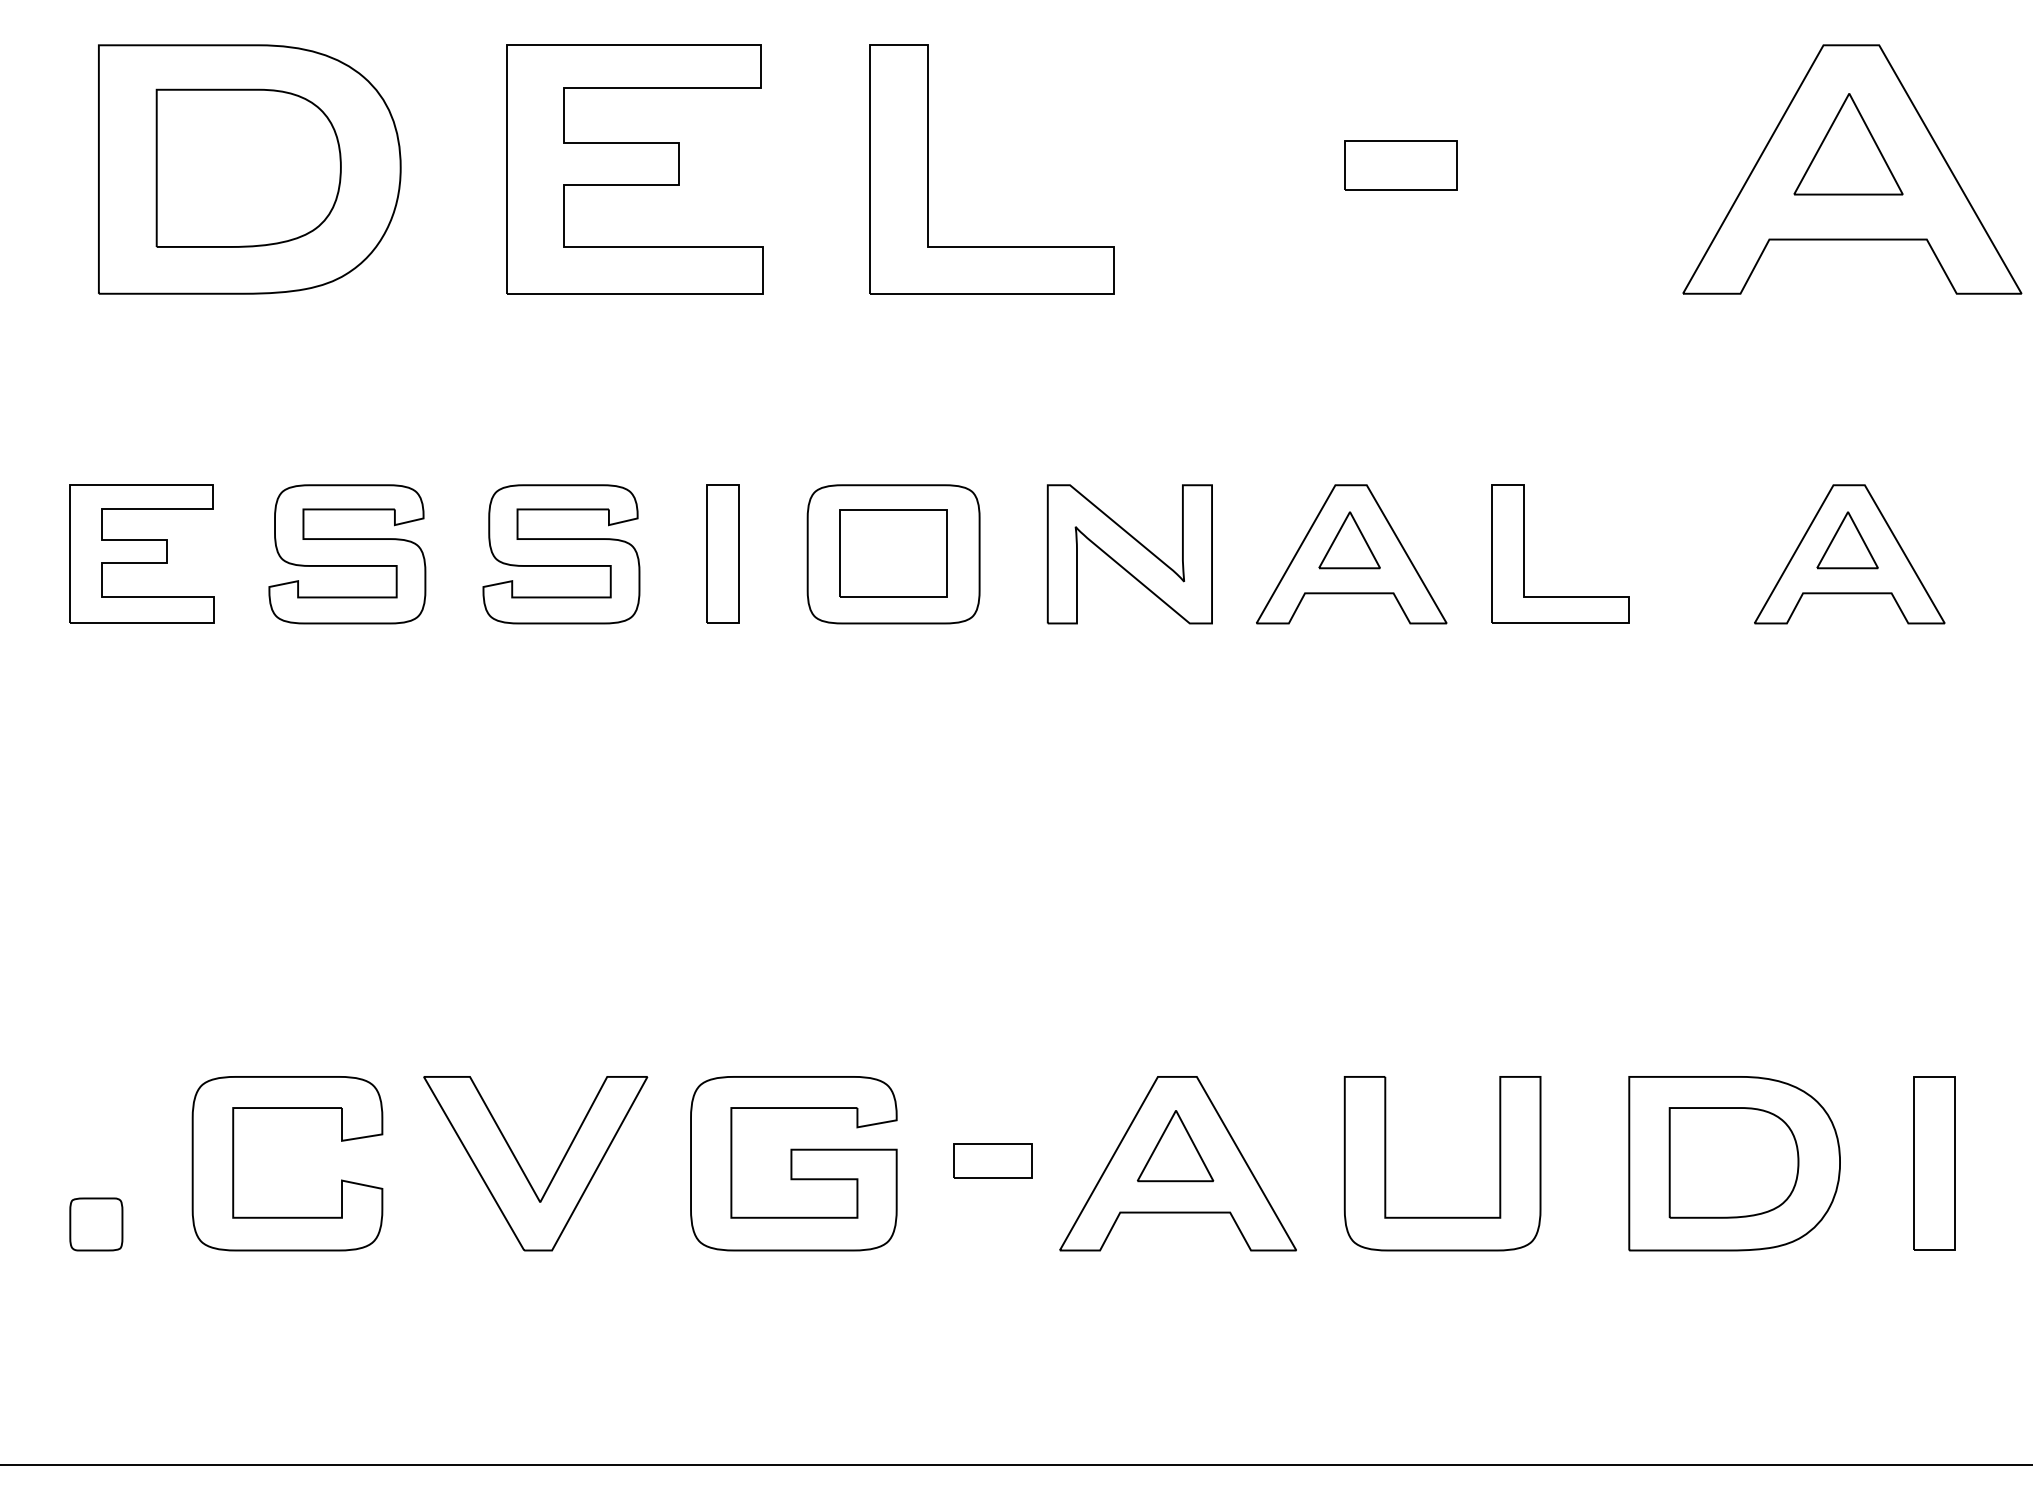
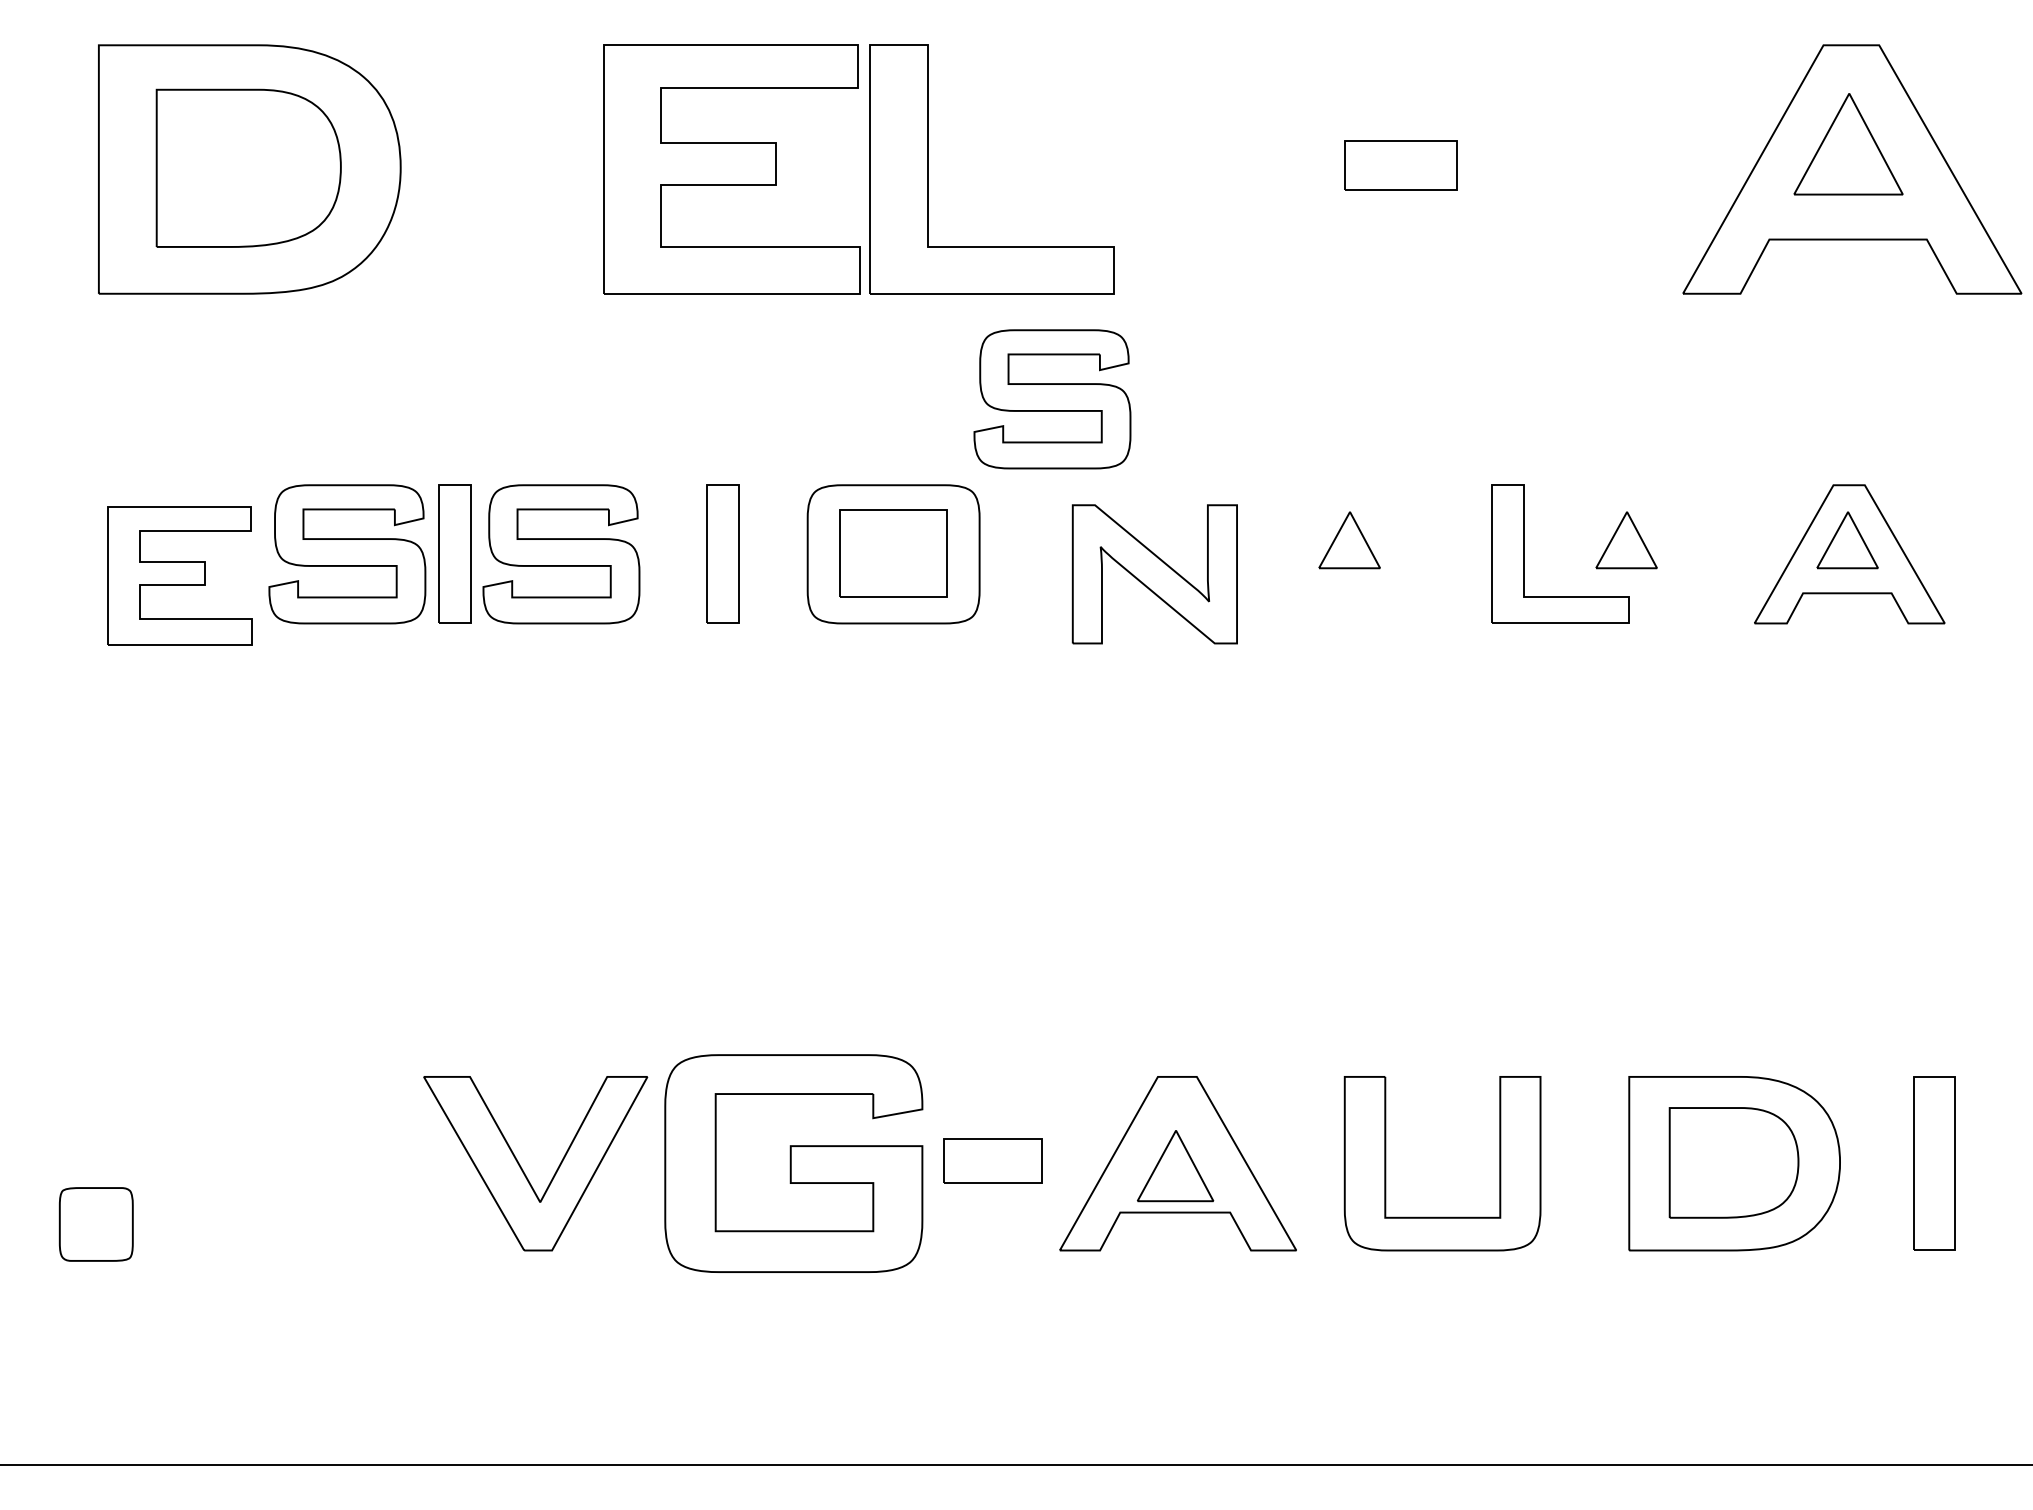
part at (634, 169) position: (634, 169) -> (731, 169)
part at (1052, 399): none -> present
part at (1626, 540): none -> present
part at (141, 553) position: (141, 553) -> (179, 575)
part at (454, 553): none -> present
part at (1129, 554) position: (1129, 554) -> (1154, 574)
part at (1351, 554): present -> none
part at (1175, 1146) position: (1175, 1146) -> (1175, 1166)
part at (992, 1160) size: 80x36 px -> 100x46 px
part at (234, 1163): present -> none
part at (793, 1163) size: 208x176 px -> 260x219 px
part at (96, 1224) size: 55x55 px -> 76x75 px
